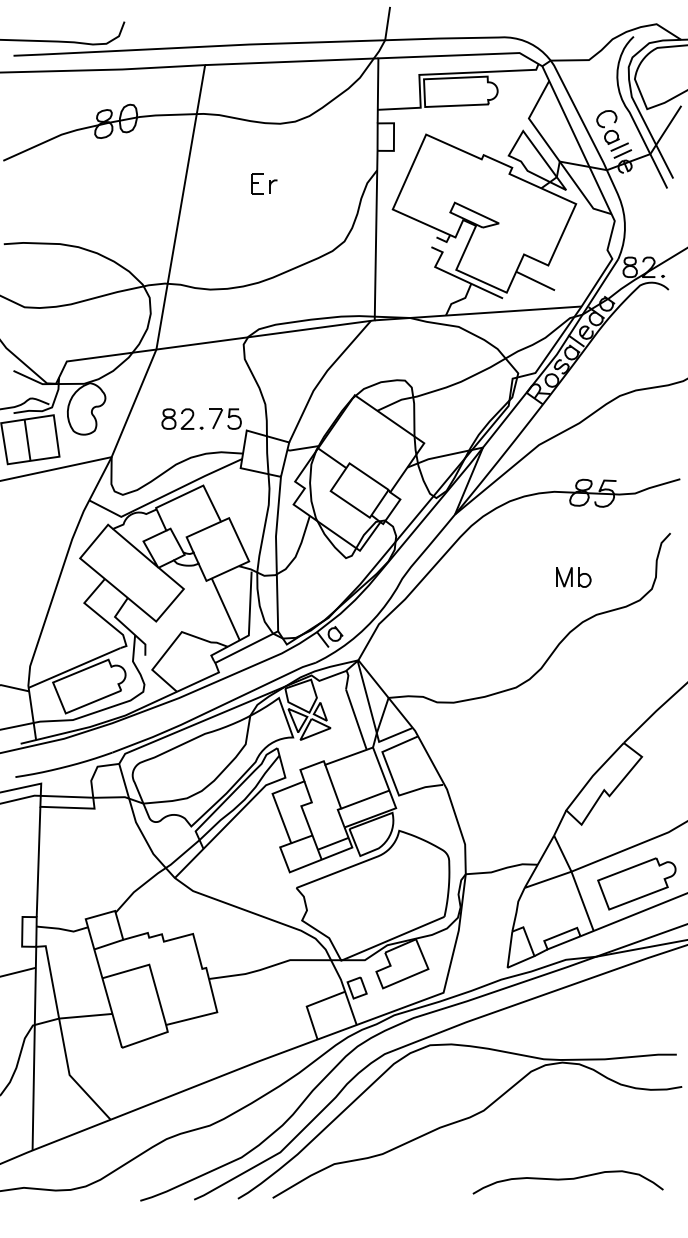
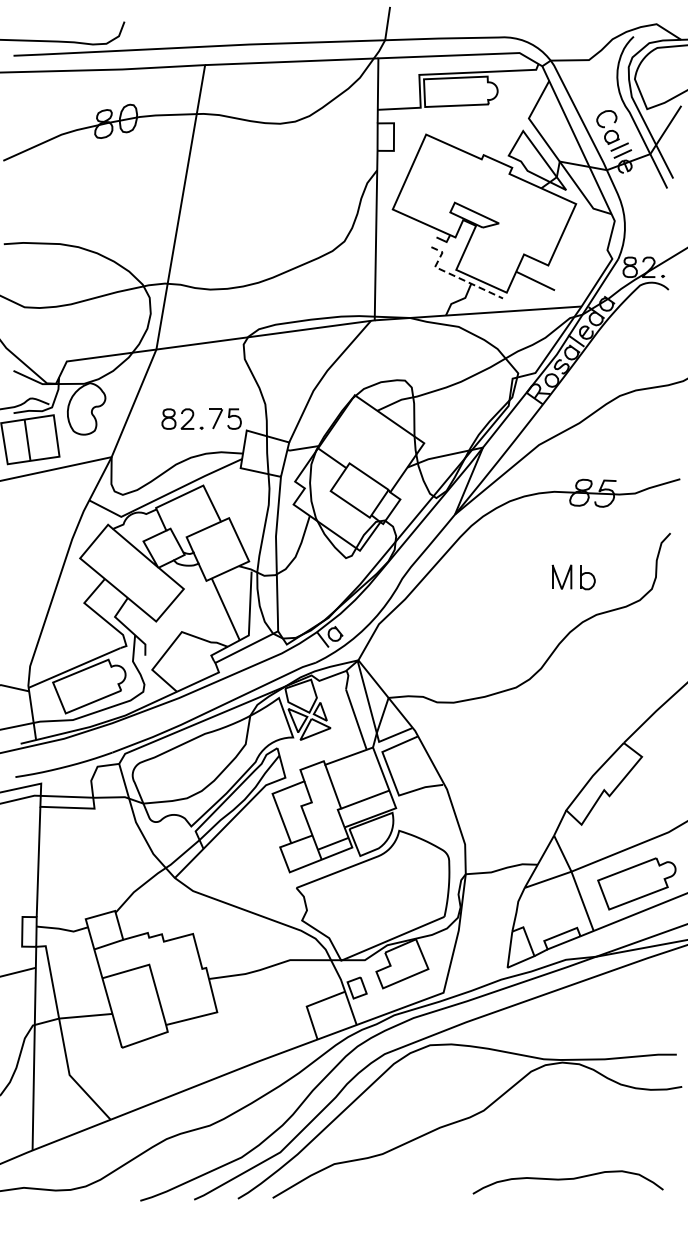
part at (264, 183): present -> none
line at (455, 276): solid -> dashed
part at (573, 577) size: 36x21 px -> 45x27 px
